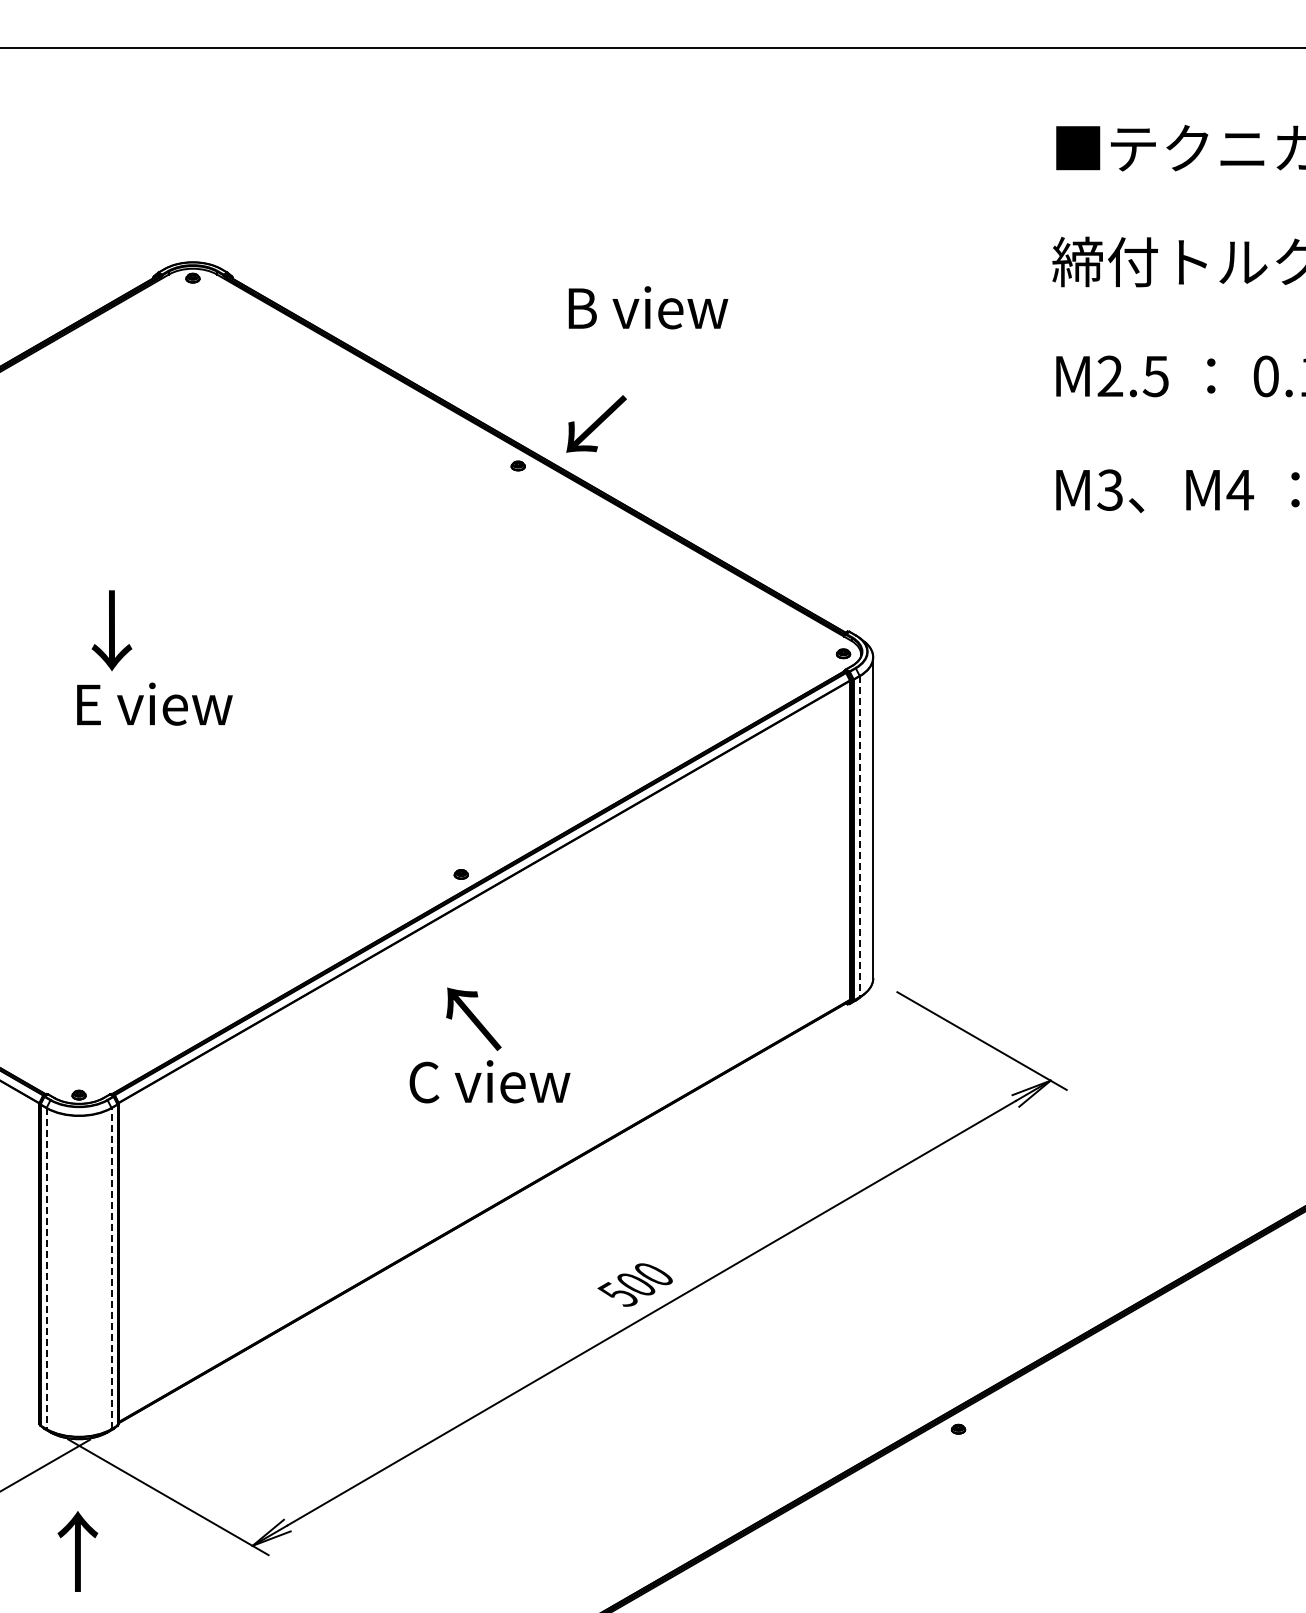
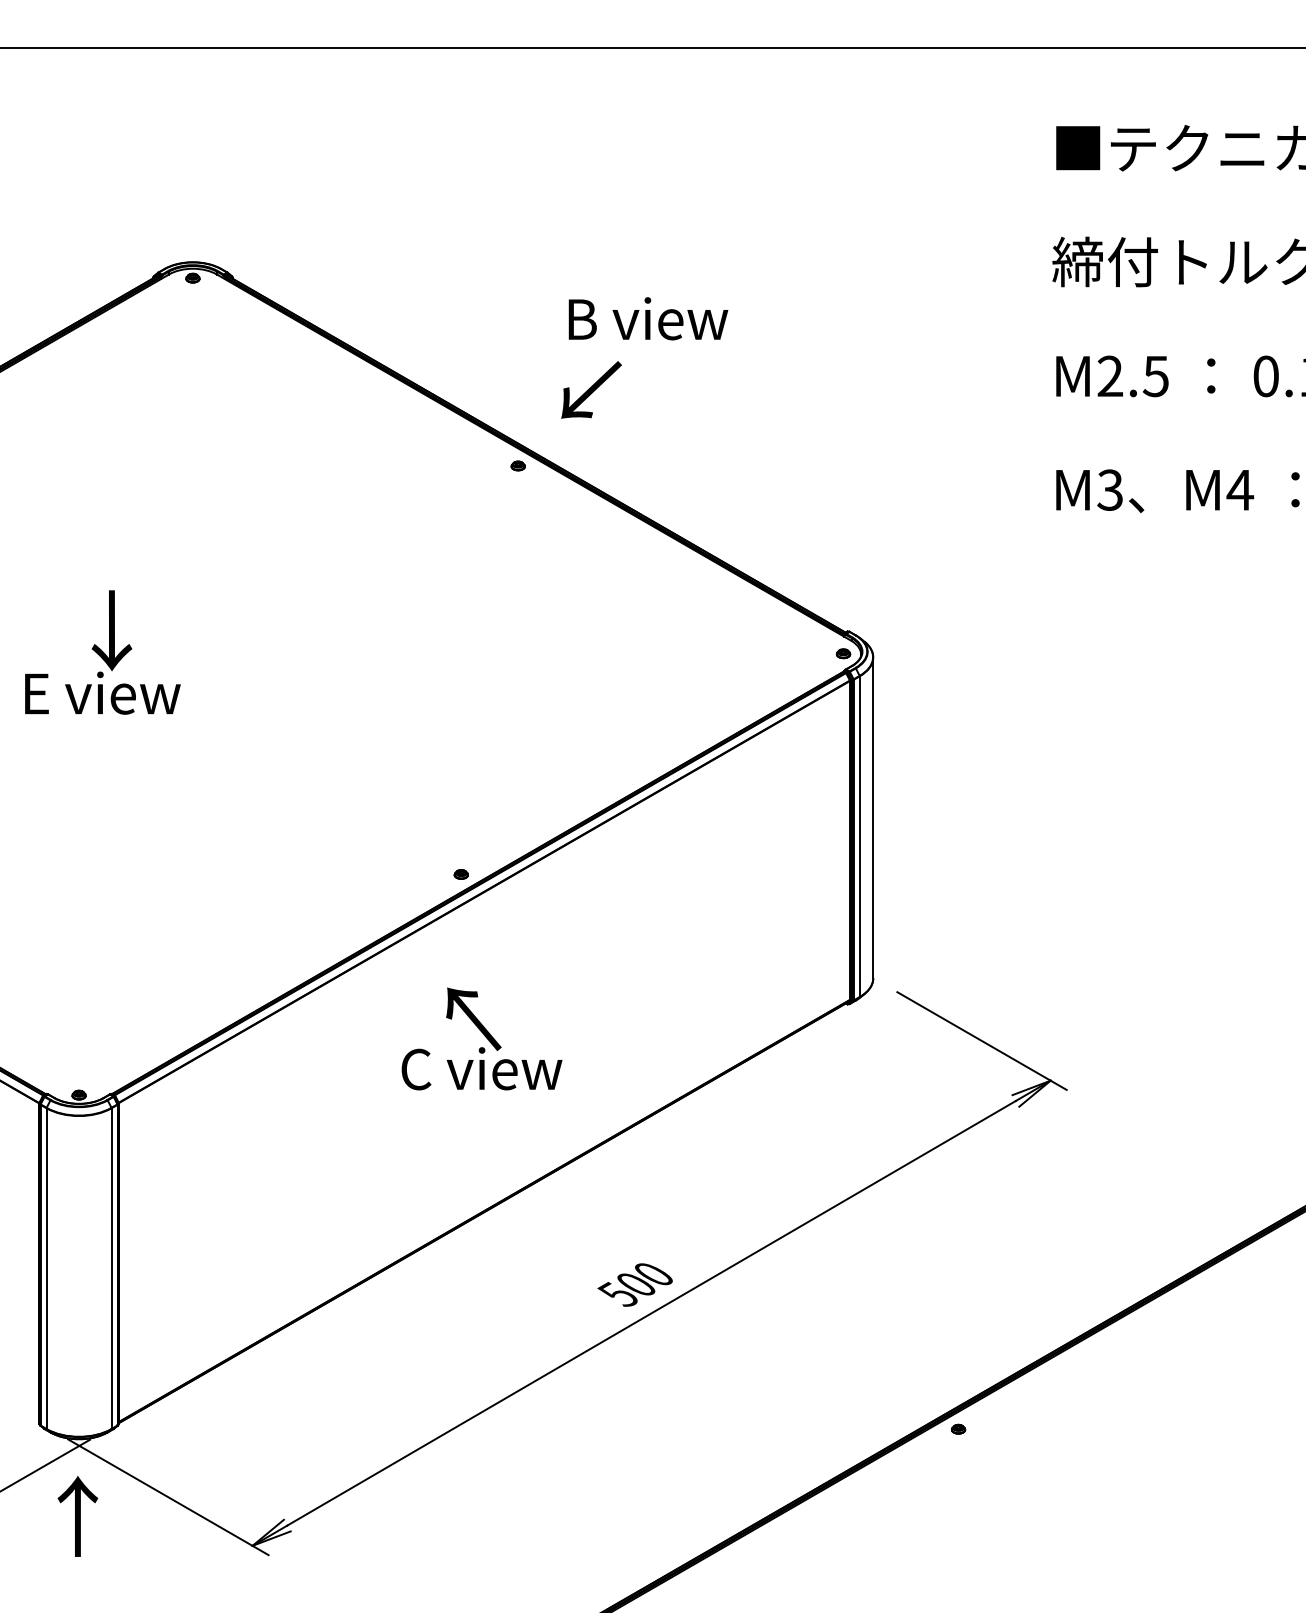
text at (648, 307) position: (648, 307) -> (648, 318)
text at (596, 423) position: (596, 423) -> (591, 389)
text at (154, 703) position: (154, 703) -> (102, 692)
line at (859, 837): dashed -> solid
text at (489, 1081) position: (489, 1081) -> (481, 1068)
line at (111, 1268): dashed -> solid
line at (46, 1269): dashed -> solid
text at (77, 1551) position: (77, 1551) -> (77, 1516)
